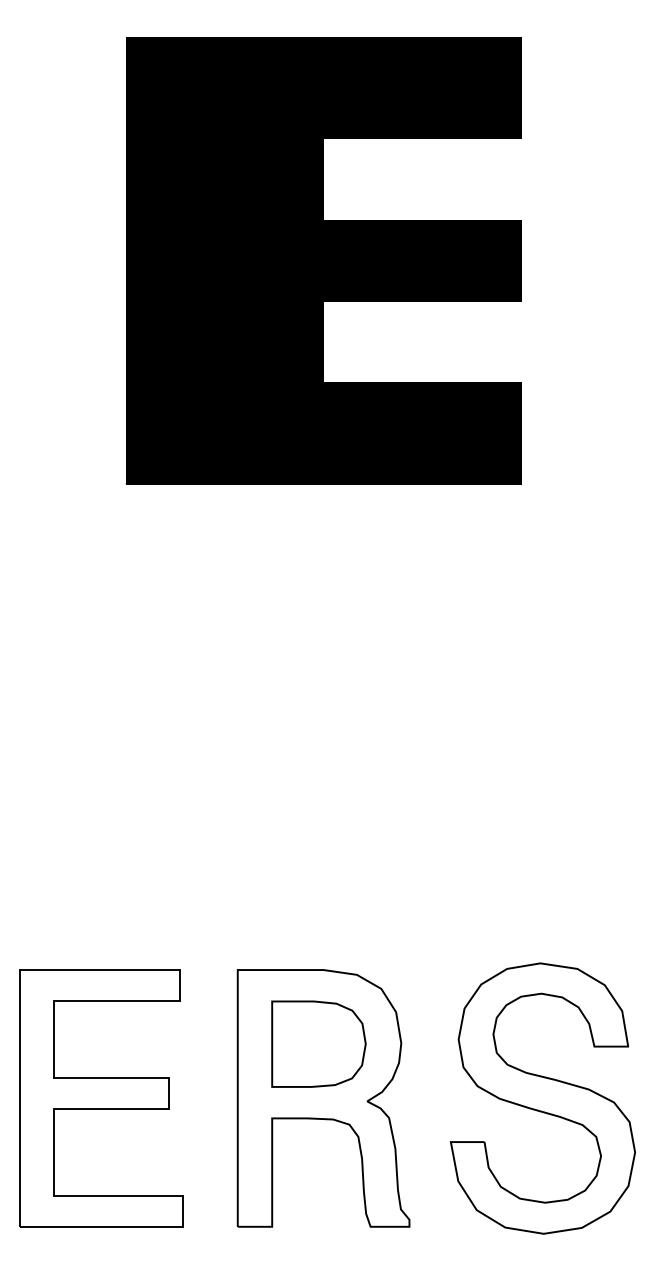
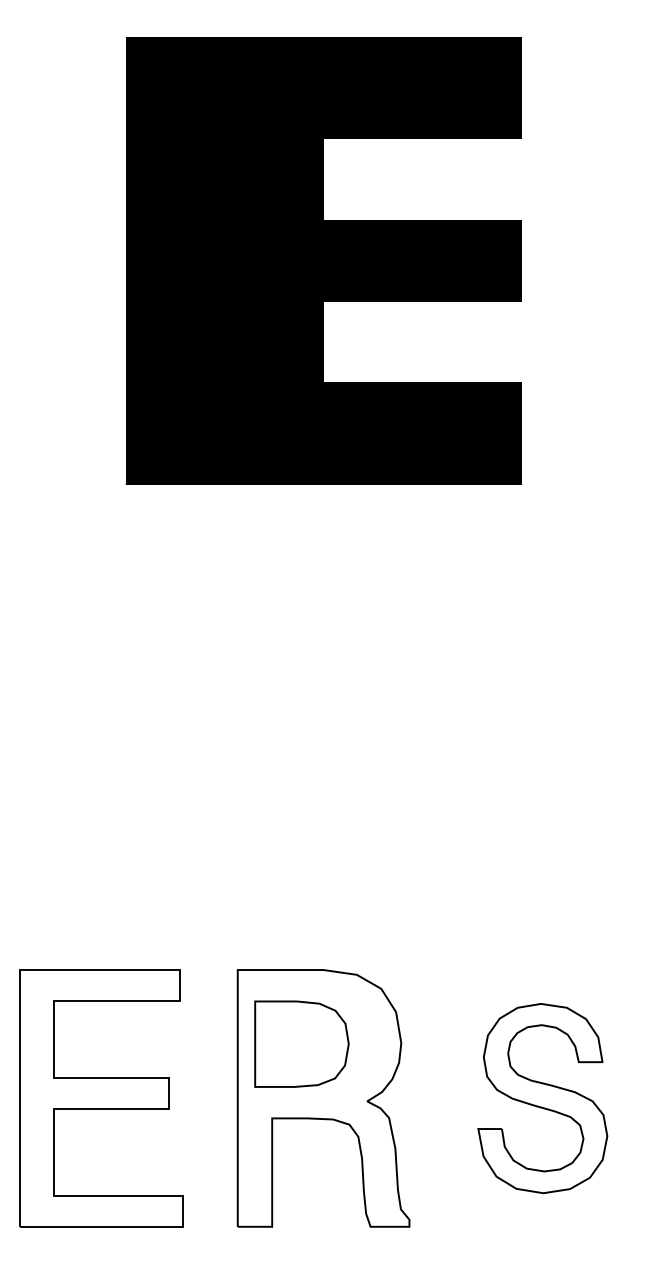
part at (318, 1043) position: (318, 1043) -> (301, 1043)
part at (542, 1098) size: 187x273 px -> 132x192 px
